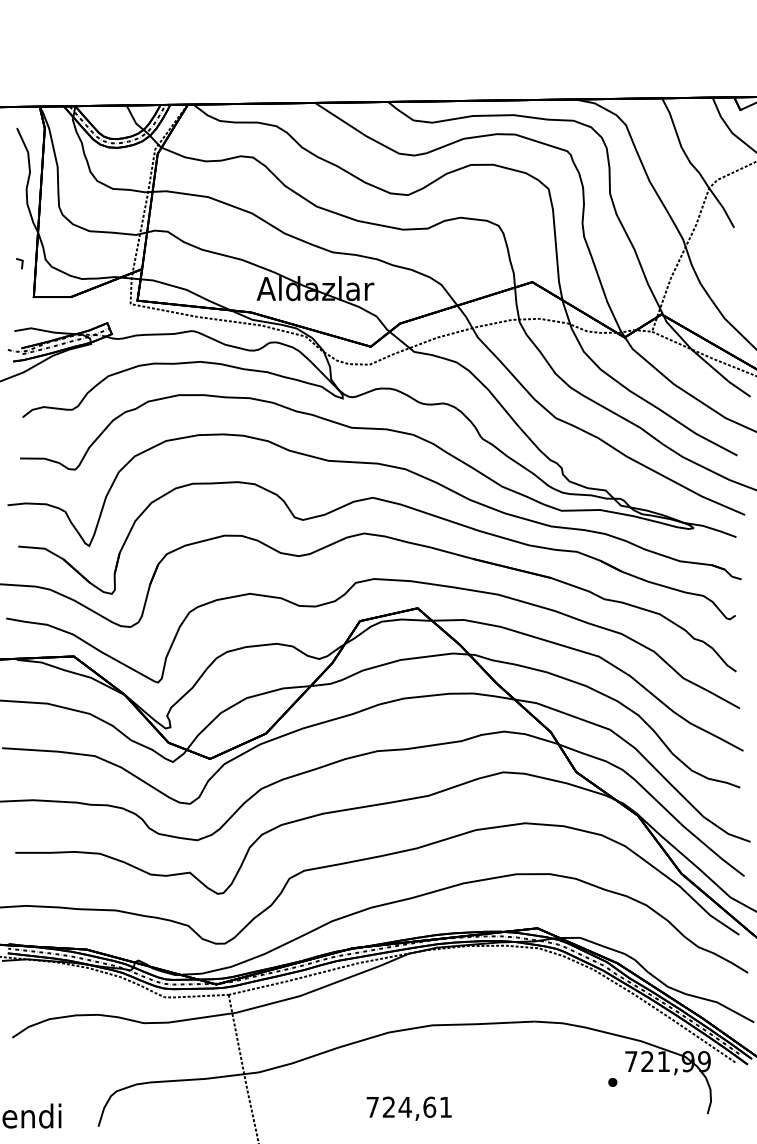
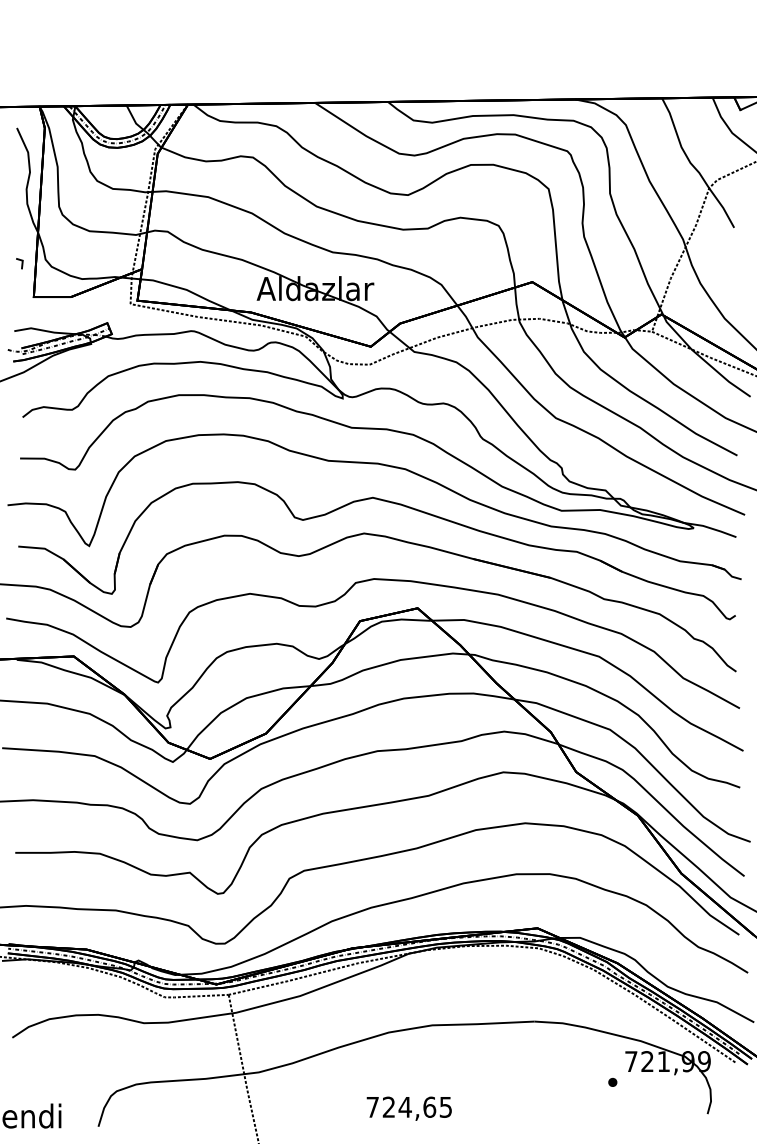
text at (445, 1107): 724,61 -> 724,65
